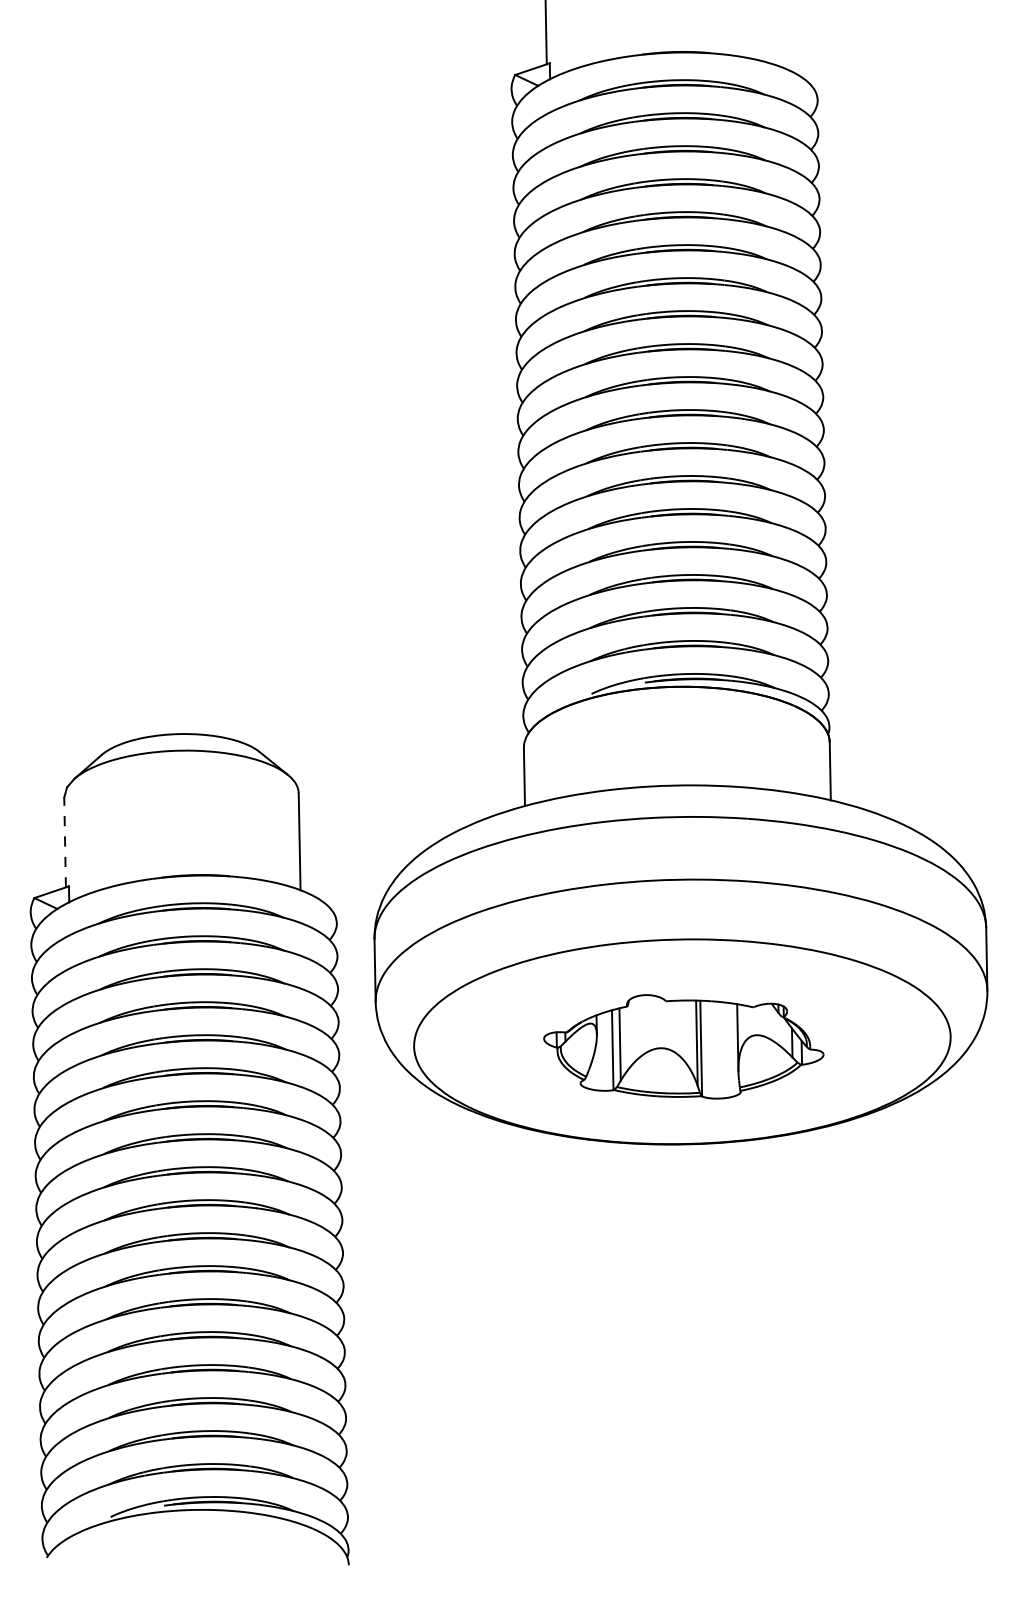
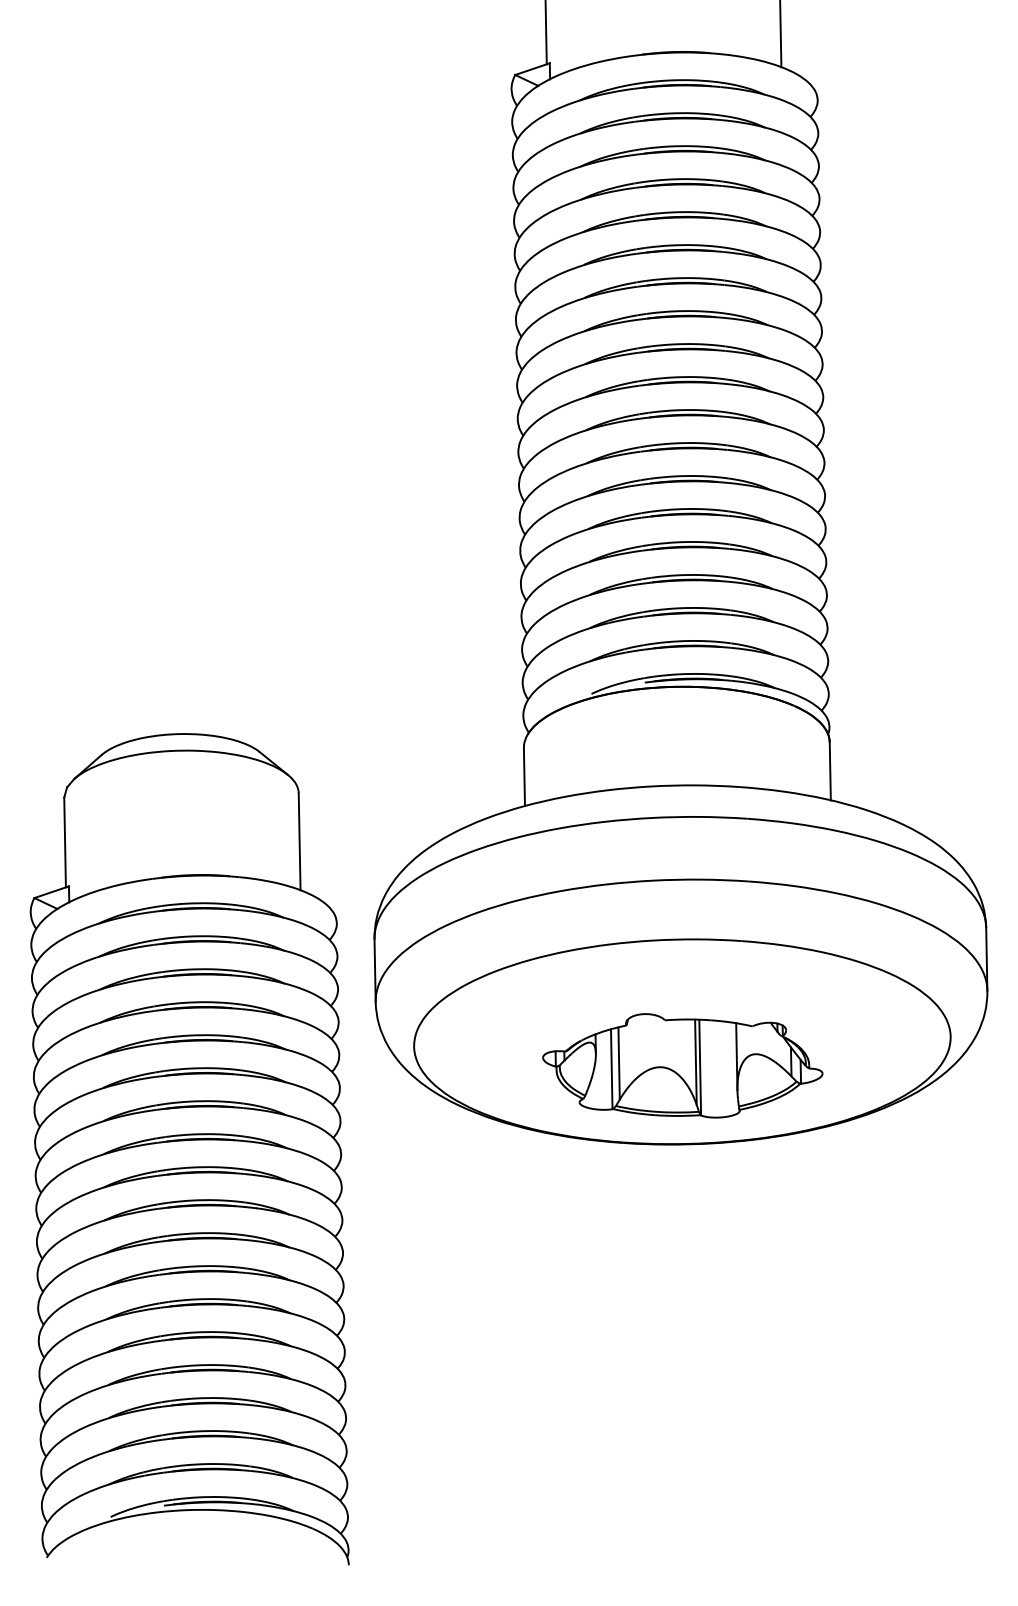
line at (780, 34): none -> present
line at (65, 842): dashed -> solid
part at (683, 1046) position: (683, 1046) -> (682, 1065)
